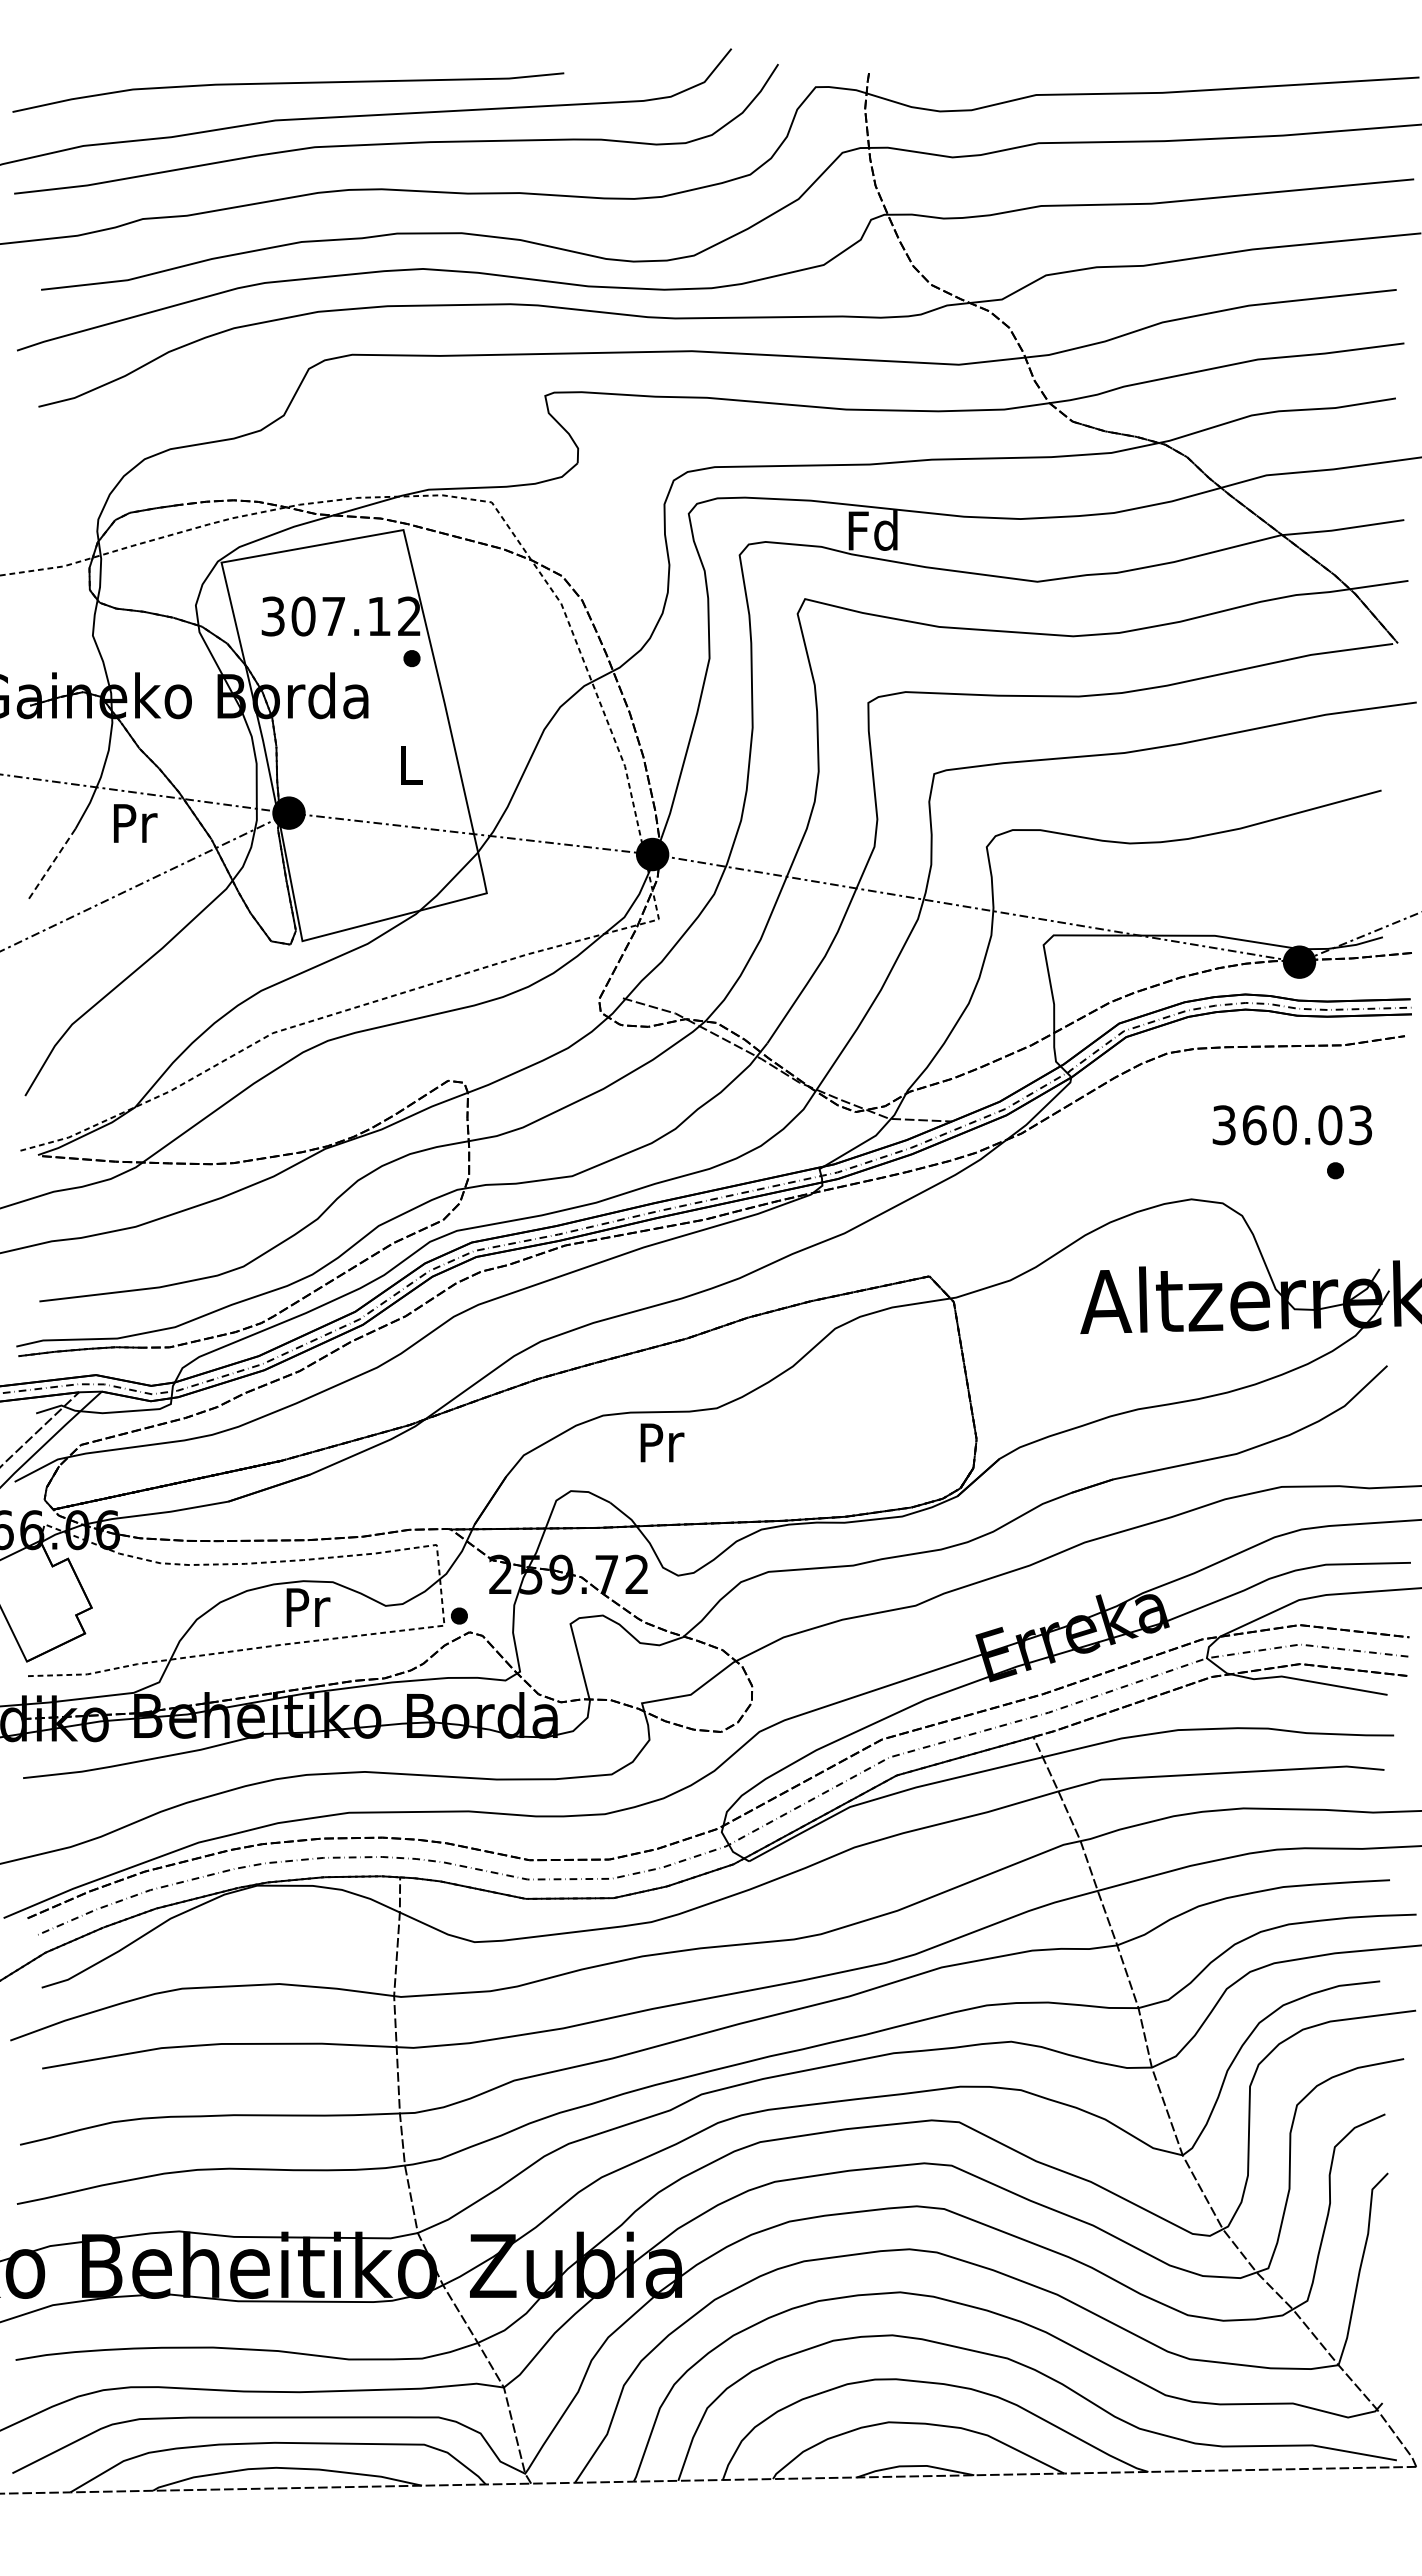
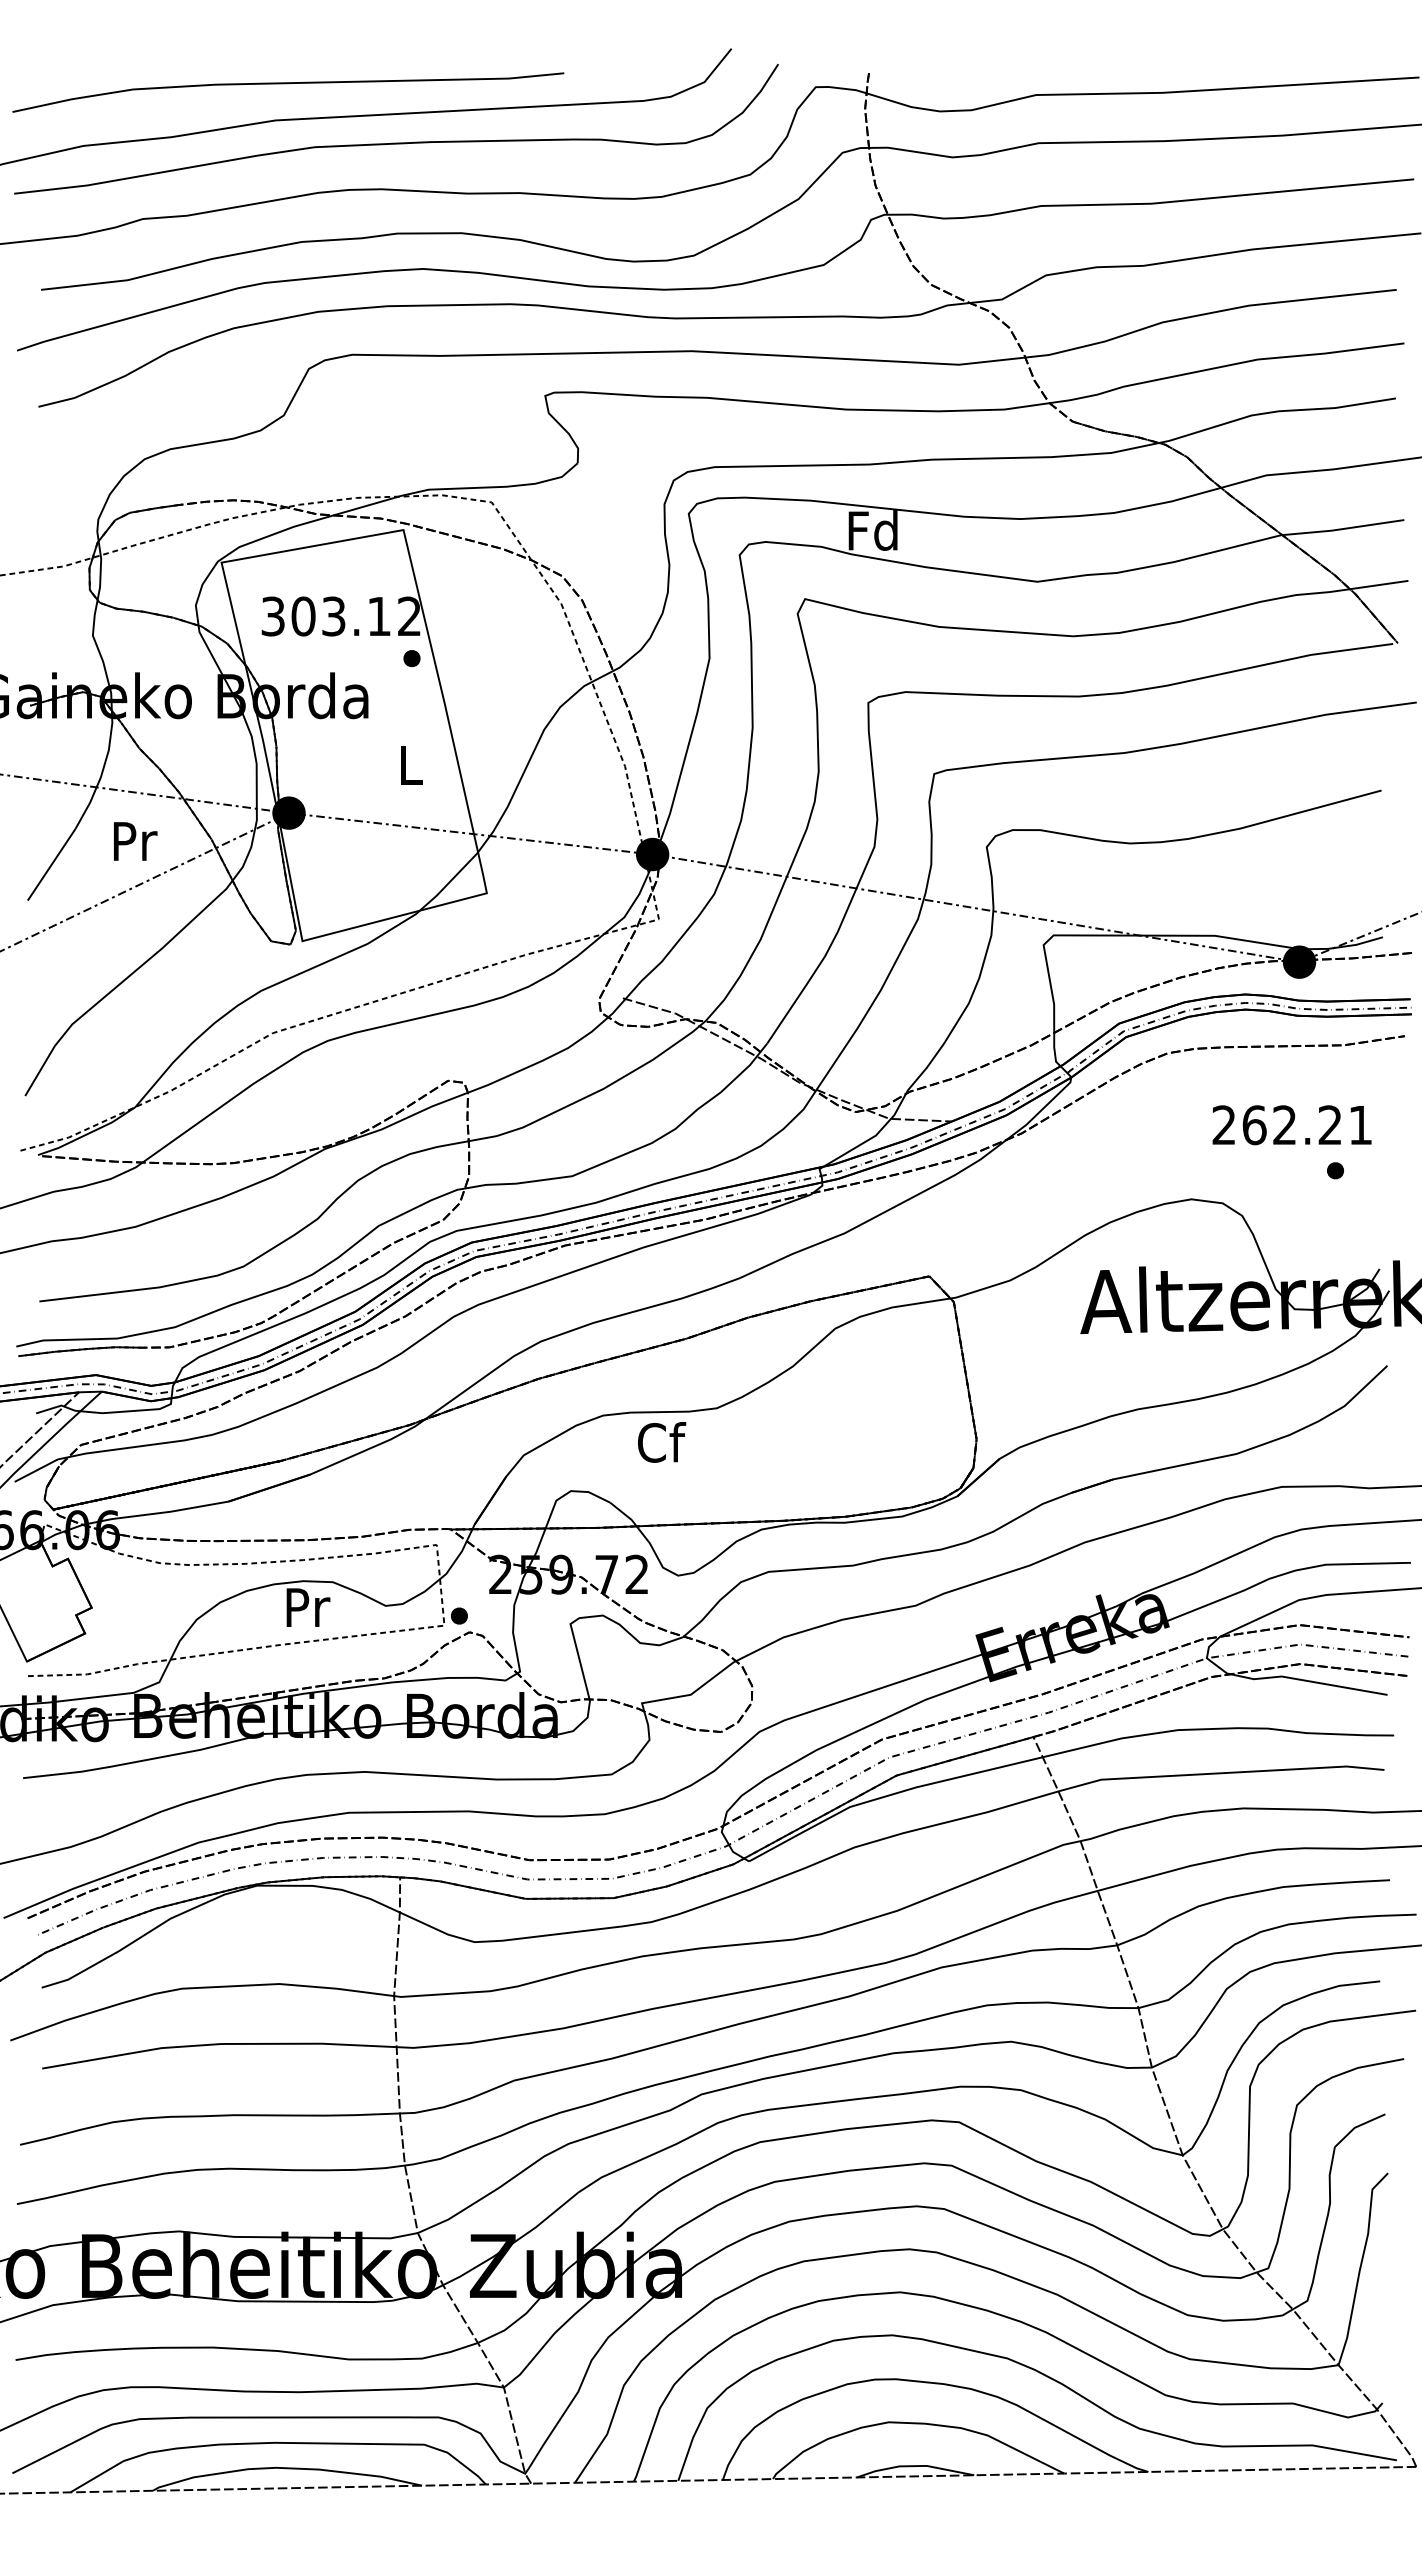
text at (333, 616): 307.12 -> 303.12
text at (135, 823) position: (135, 823) -> (135, 841)
line at (51, 865): dashed -> solid
text at (1292, 1125): 360.03 -> 262.21
text at (662, 1442): Pr -> Cf
